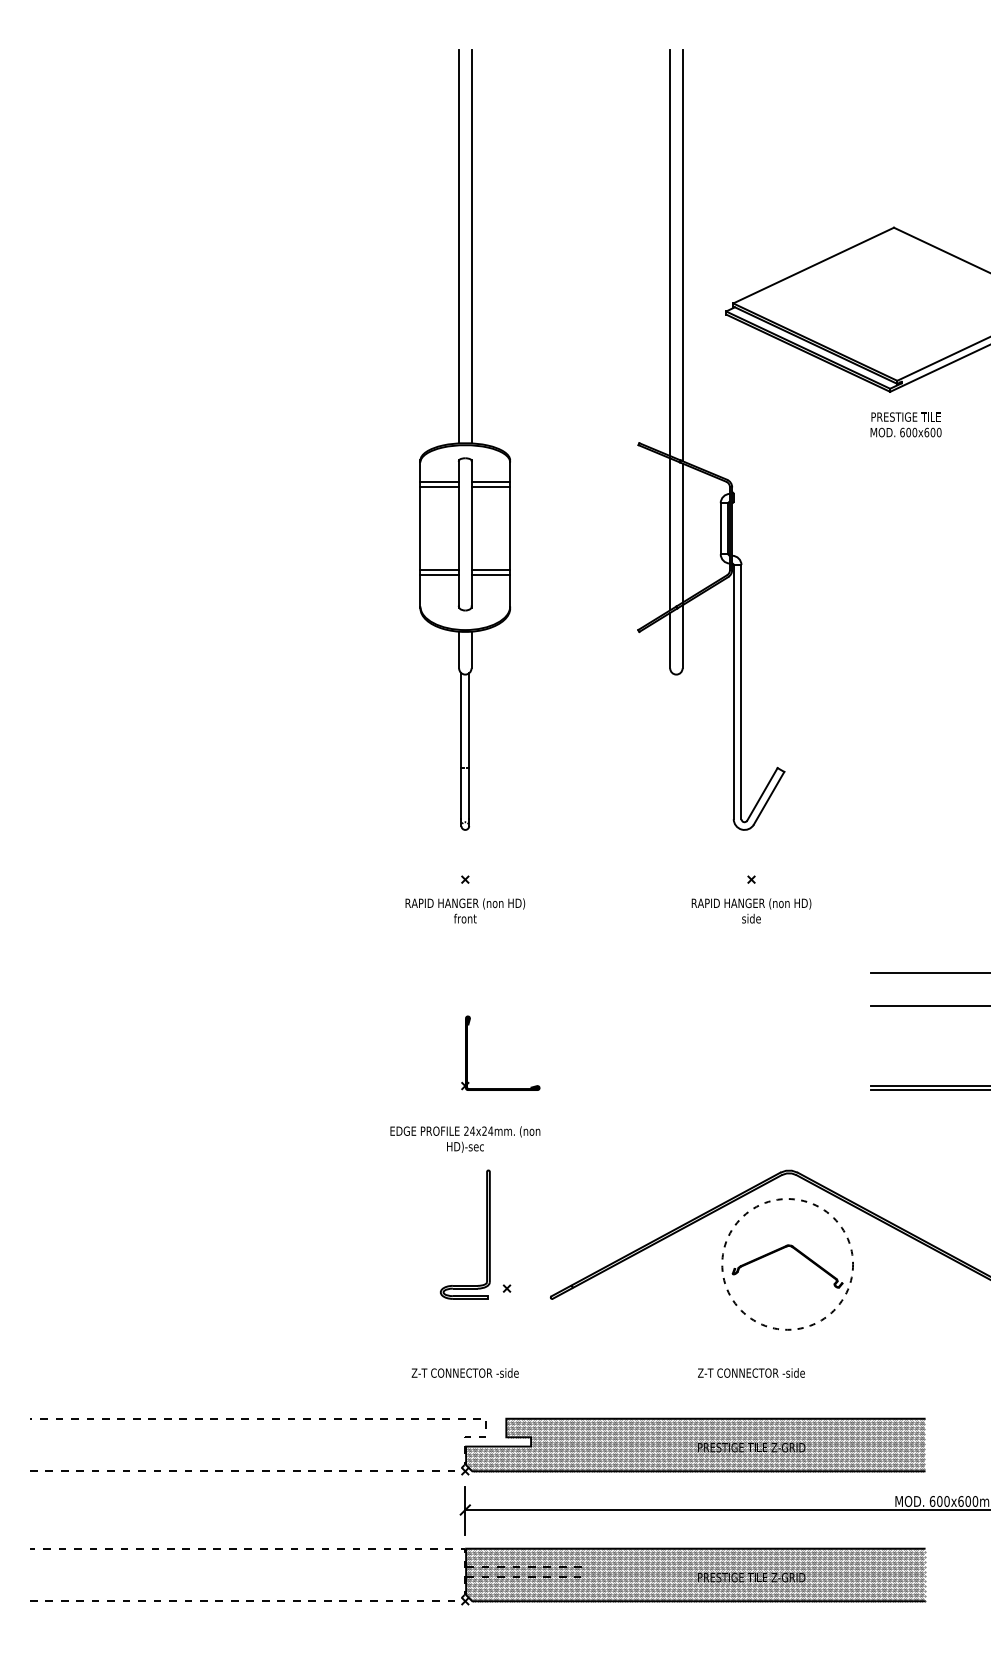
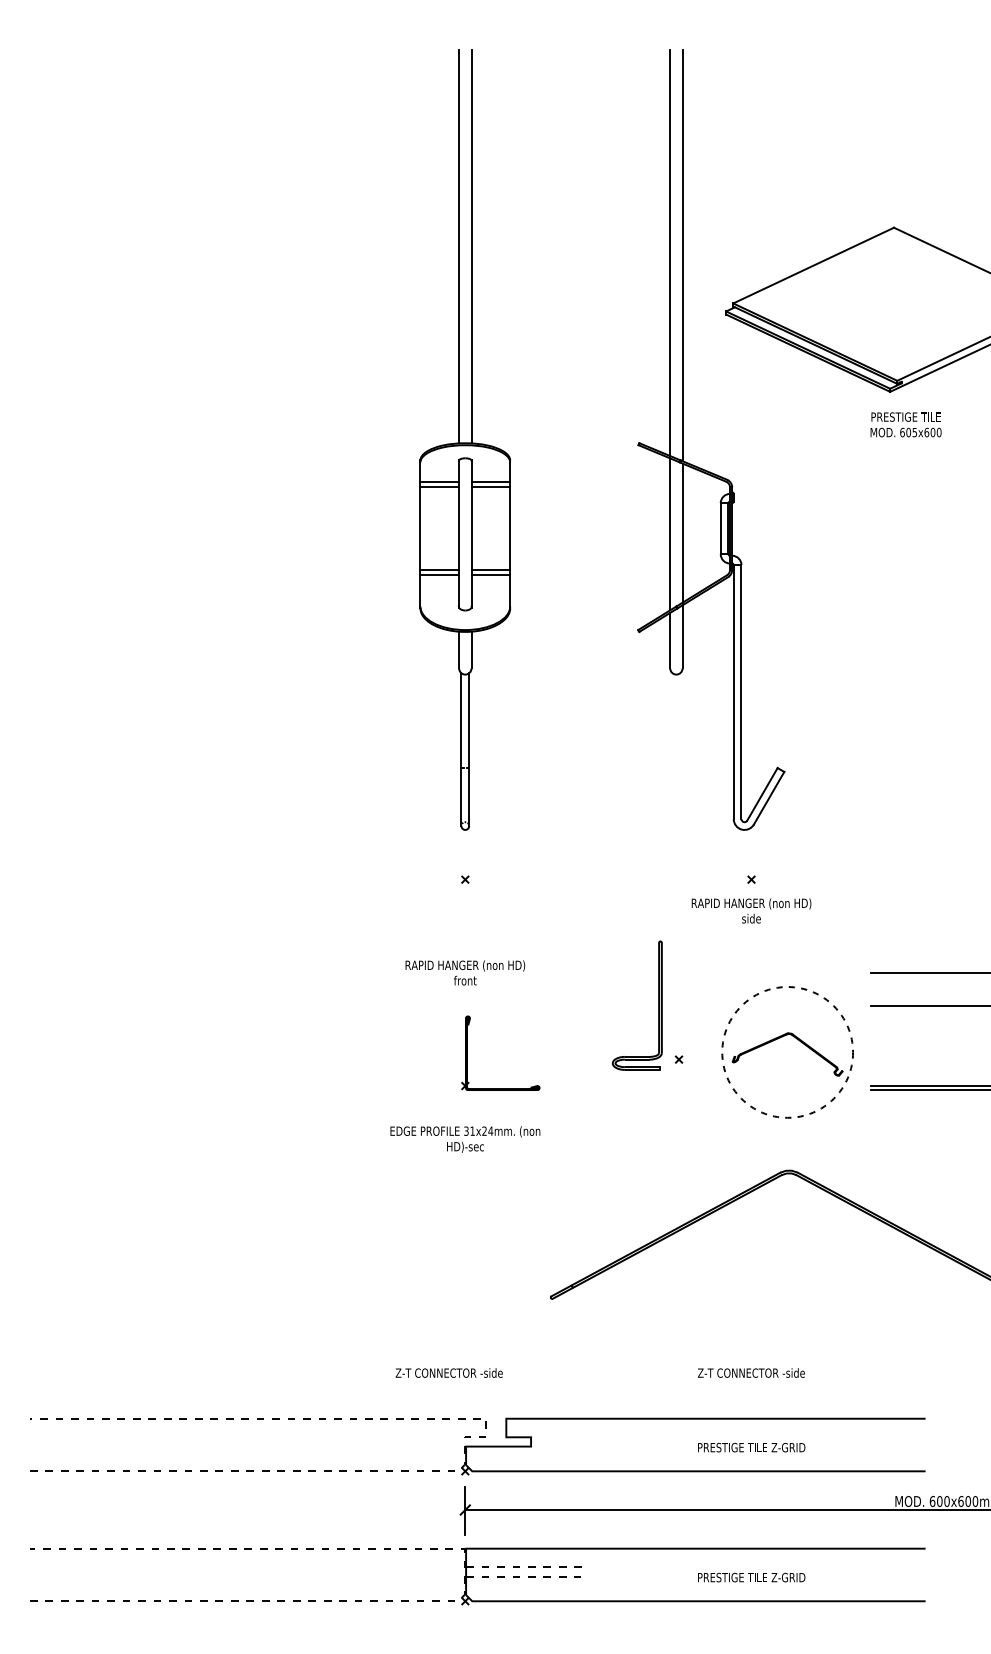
text at (914, 432): 600x600 -> 605x600
text at (465, 910) position: (465, 910) -> (465, 972)
text at (469, 1130): 24x24mm. -> 31x24mm.
part at (486, 1234) position: (486, 1234) -> (658, 1005)
part at (780, 1250) position: (780, 1250) -> (780, 1038)
text at (464, 1372) position: (464, 1372) -> (448, 1372)
hatch at (695, 1445): present -> none
hatch at (695, 1574): present -> none
